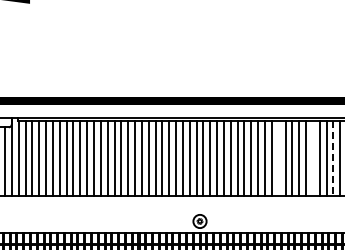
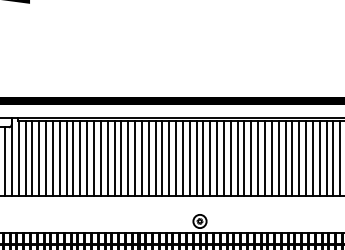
line at (278, 158): none -> present
line at (312, 158): none -> present
line at (333, 158): dashed -> solid
